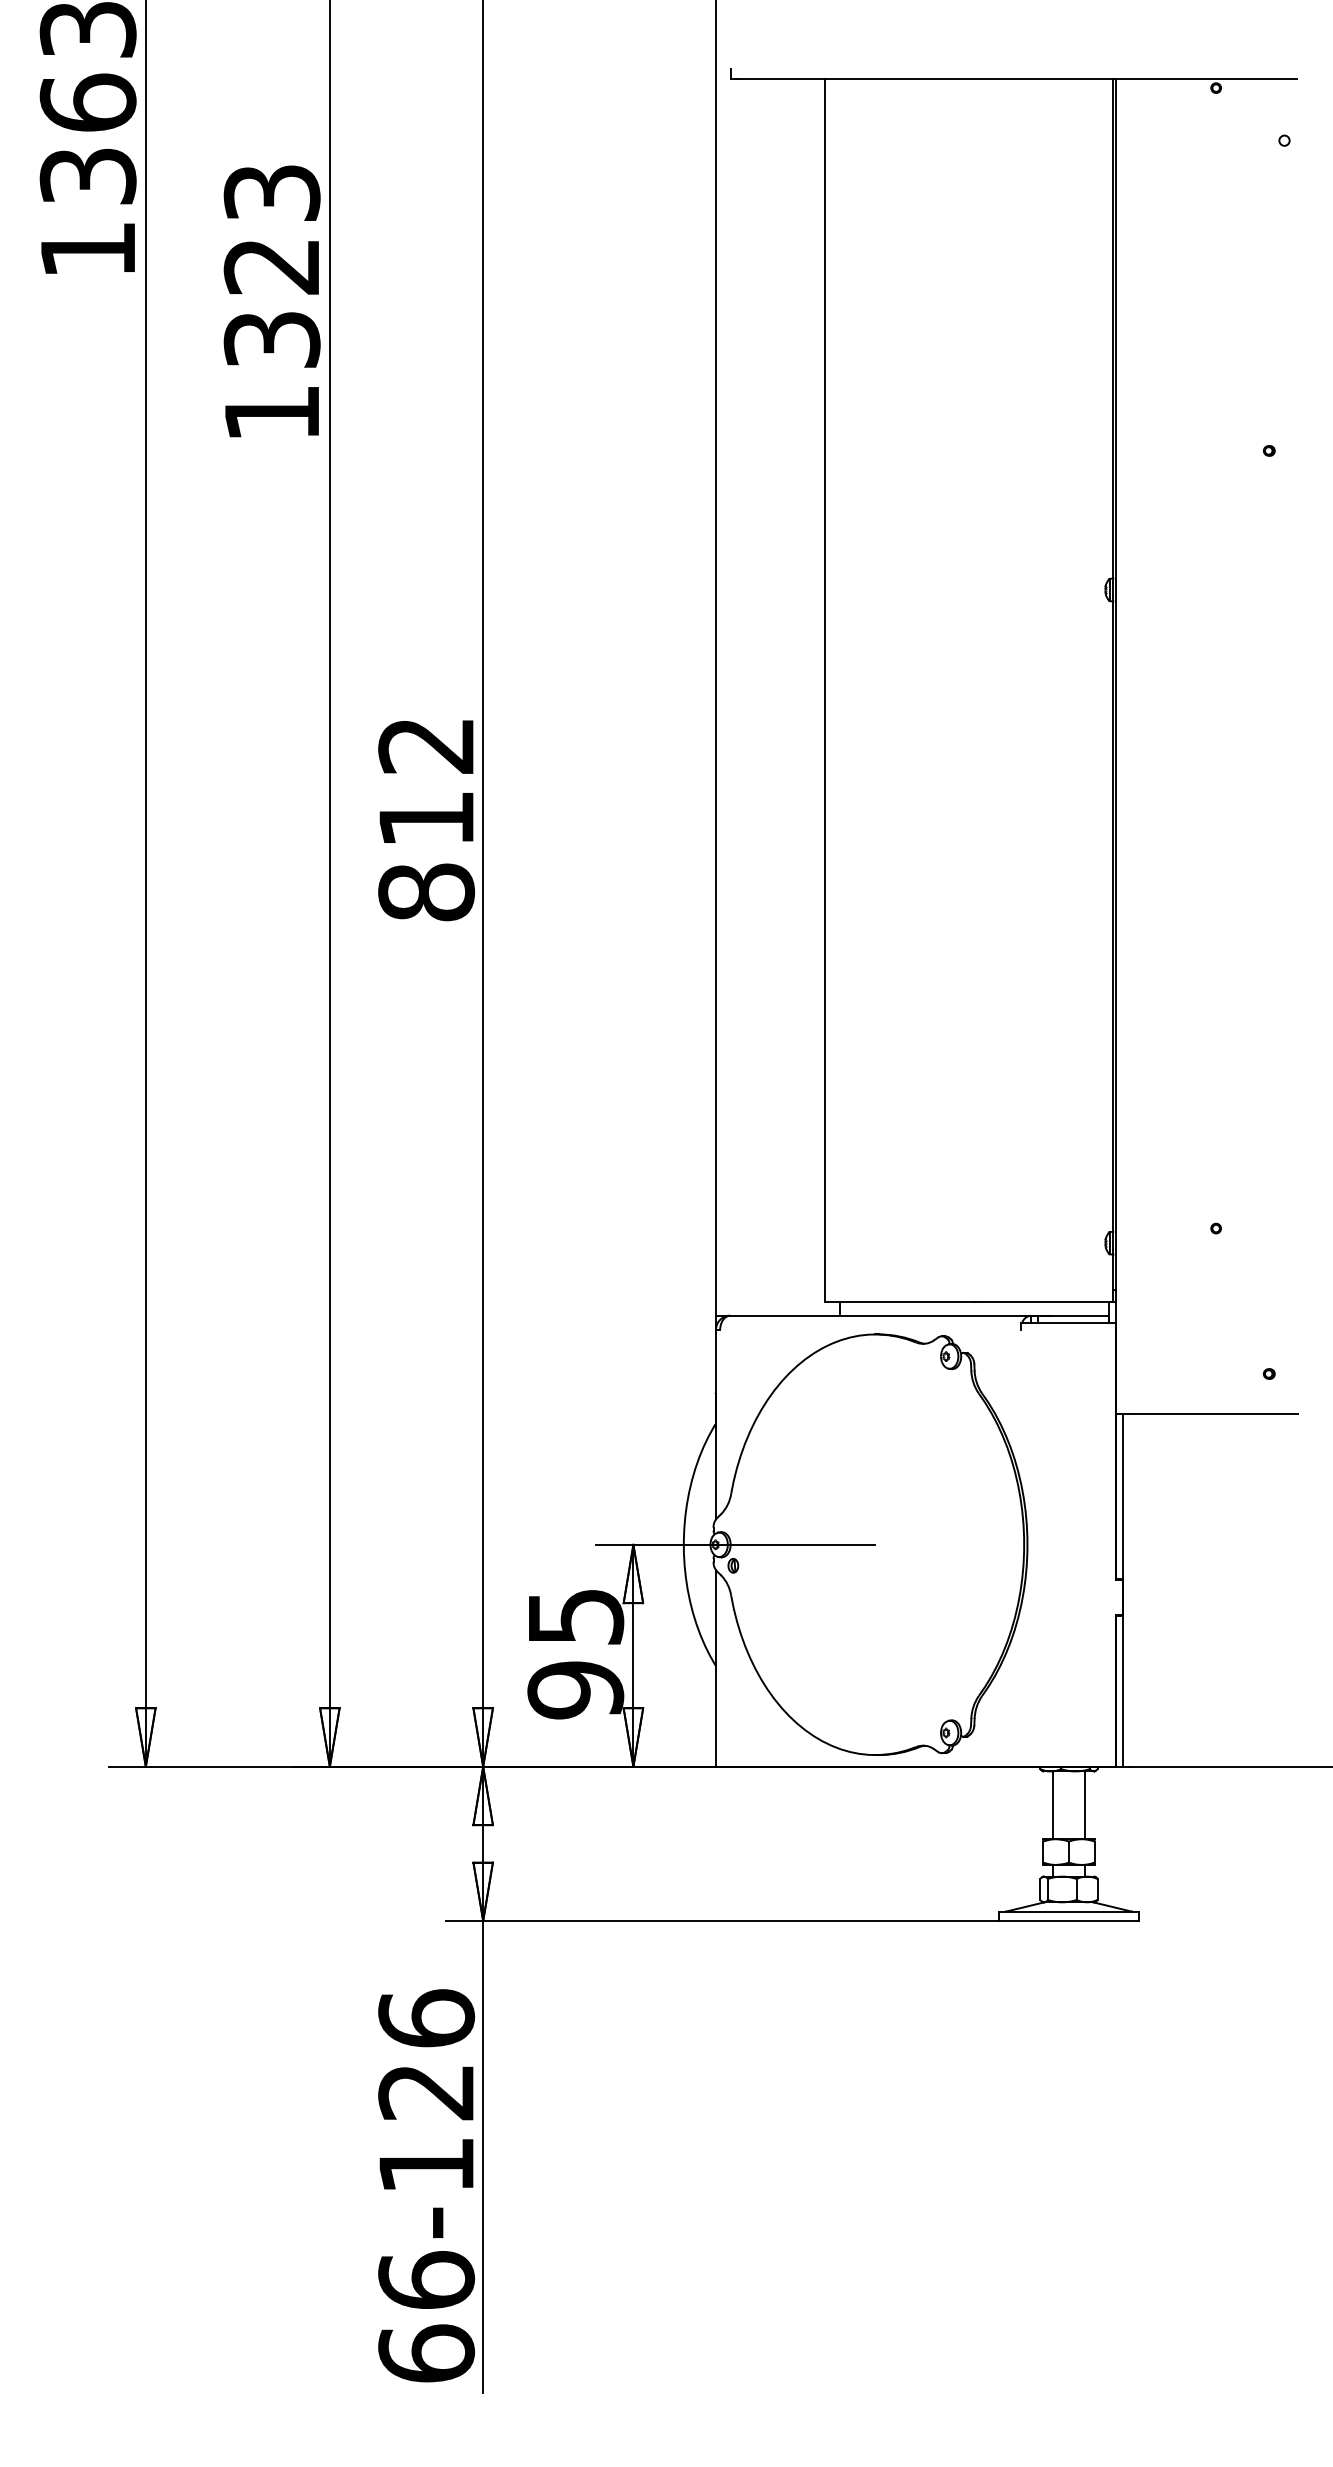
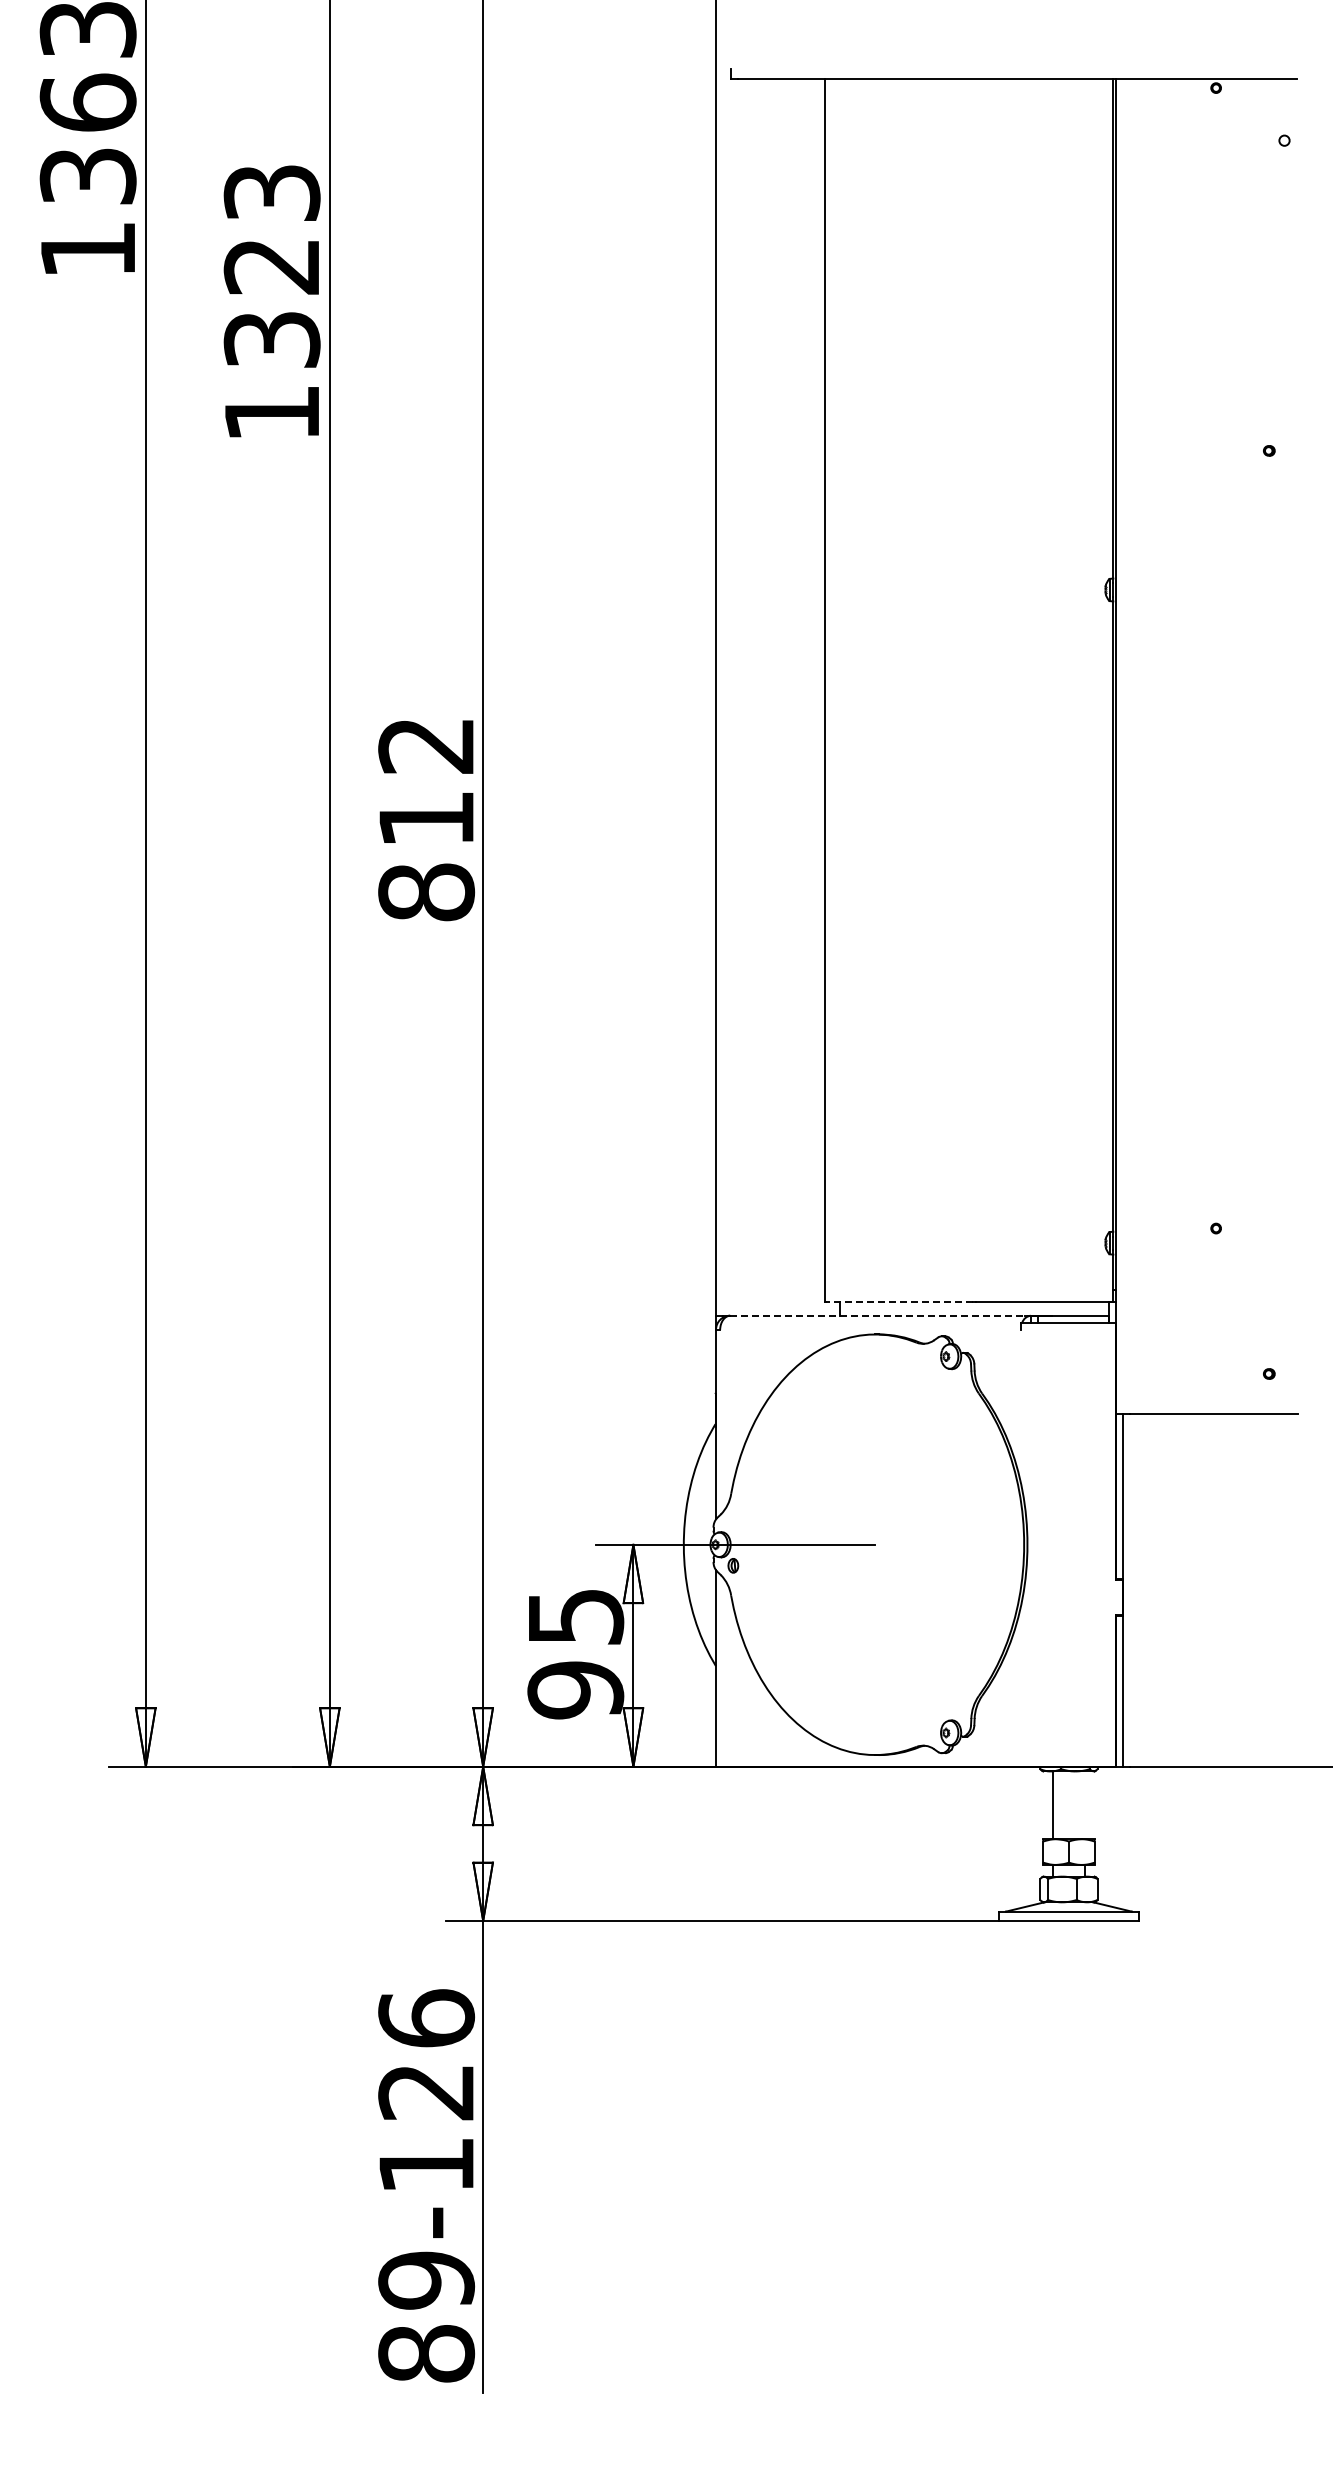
line at (899, 1301): solid -> dashed
line at (881, 1315): solid -> dashed
line at (1085, 1805): present -> none
text at (426, 2316): 66-126 -> 89-126
